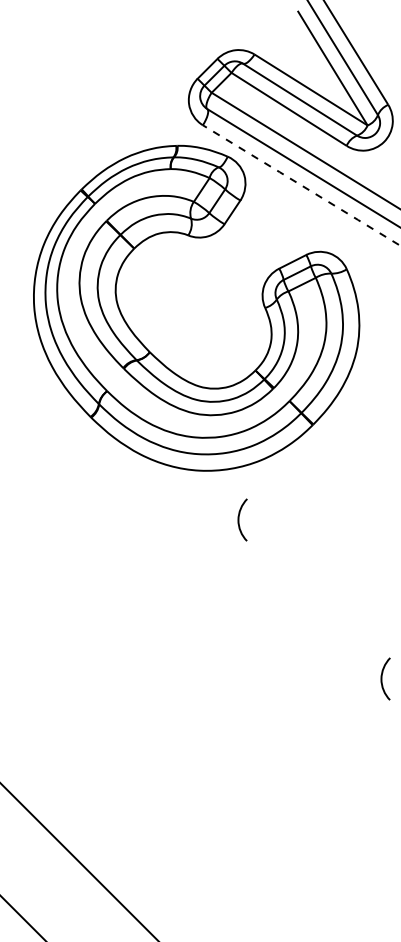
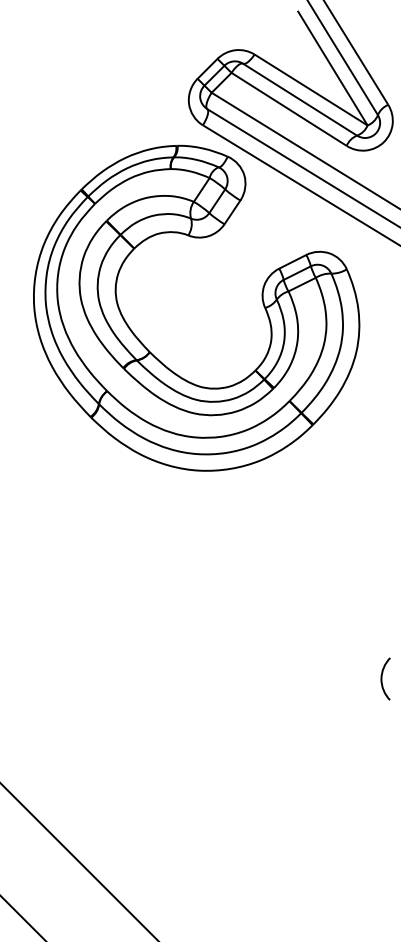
line at (301, 185): dashed -> solid
curve at (239, 519): present -> none
